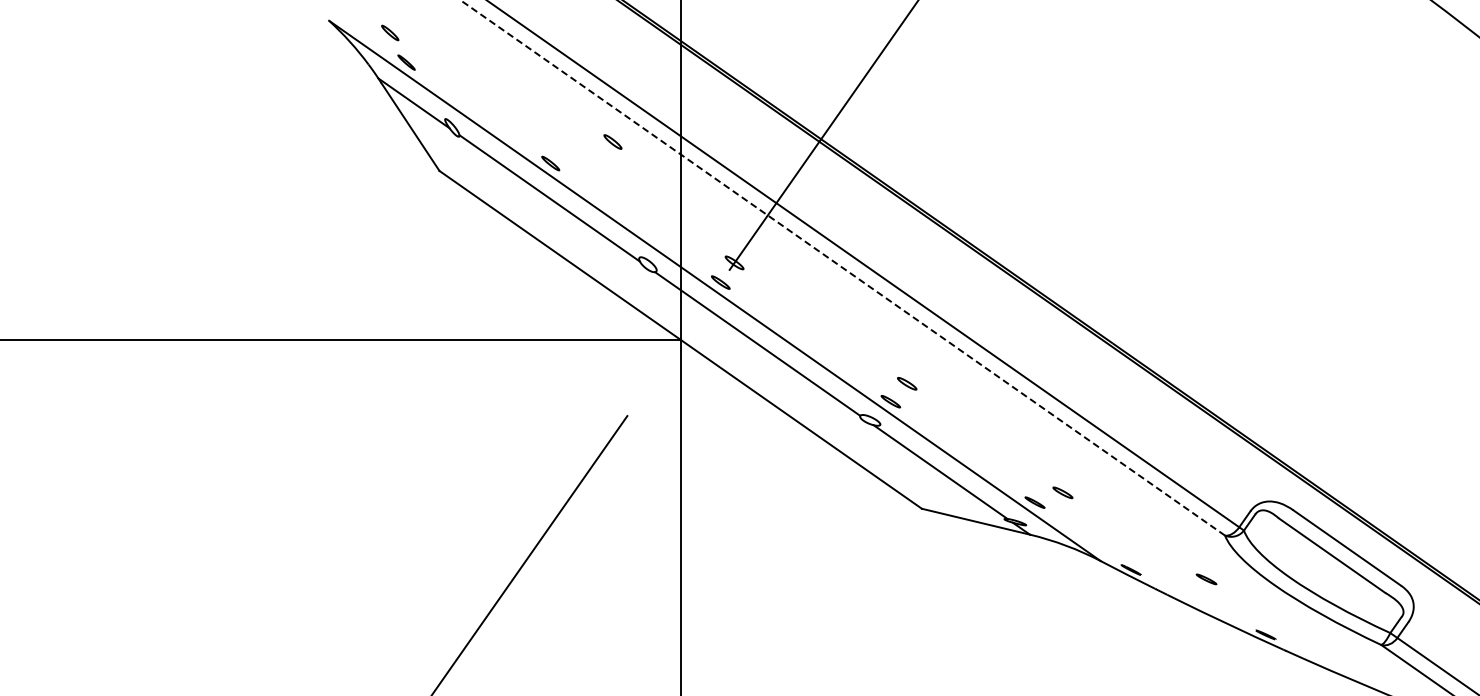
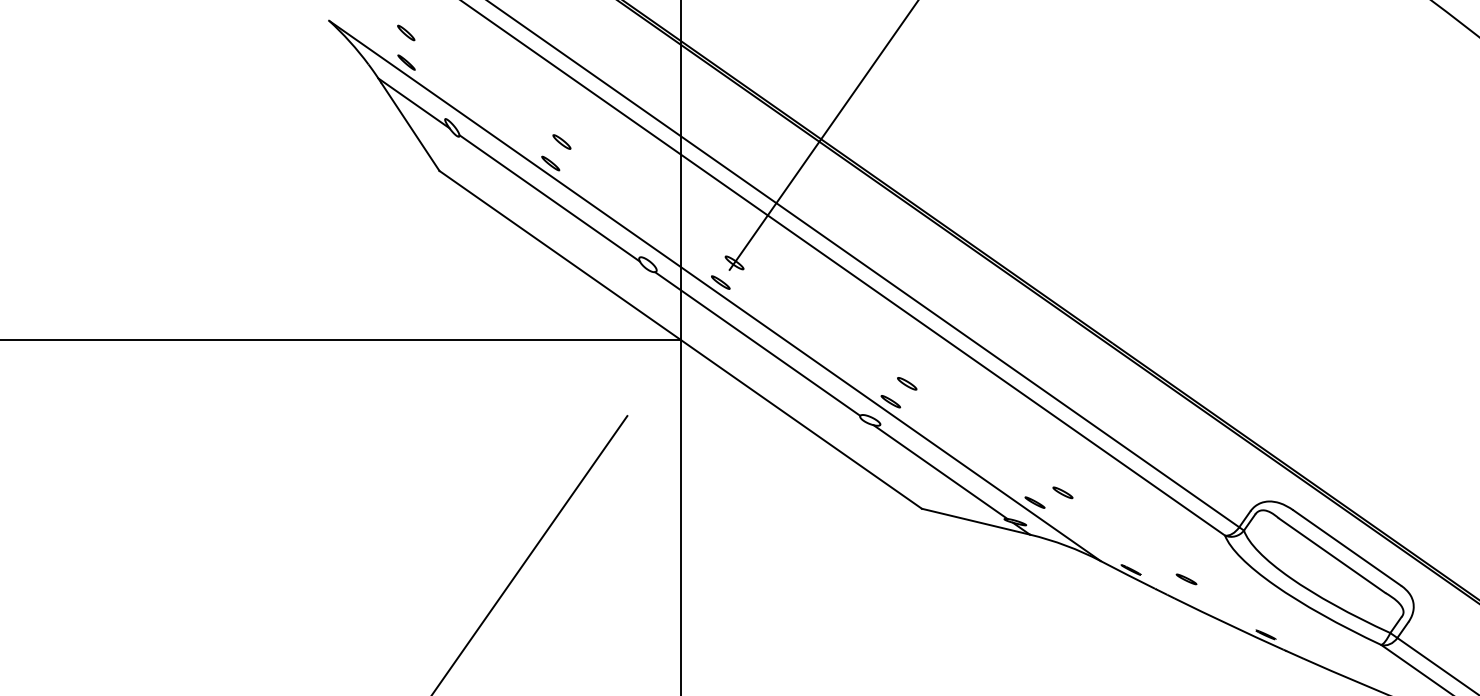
part at (390, 32) position: (390, 32) -> (406, 32)
part at (612, 141) position: (612, 141) -> (561, 141)
line at (842, 267): dashed -> solid
line at (1206, 579) position: (1206, 579) -> (1186, 579)
